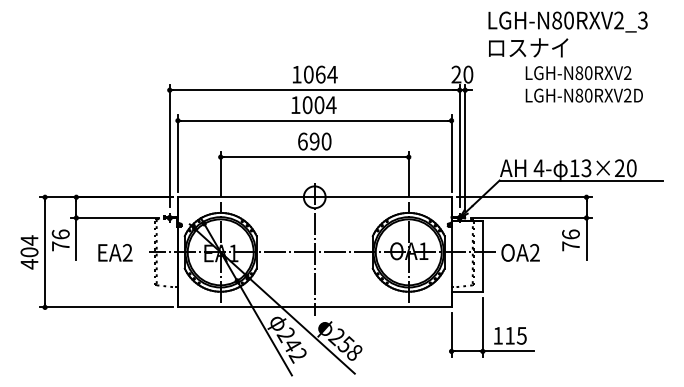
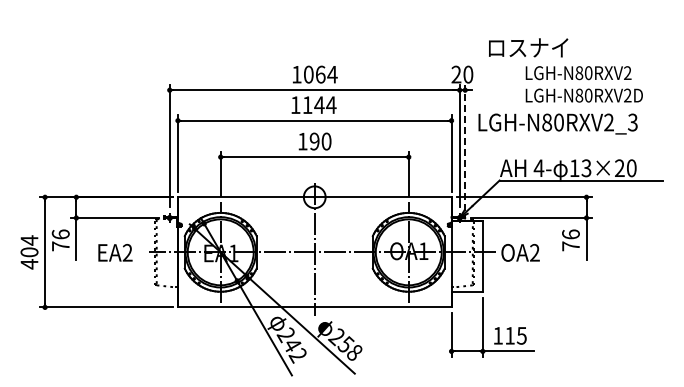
text at (567, 21) position: (567, 21) -> (557, 123)
text at (313, 105): 1004 -> 1144
text at (302, 141): 690 -> 190
line at (465, 147): solid -> dashed
